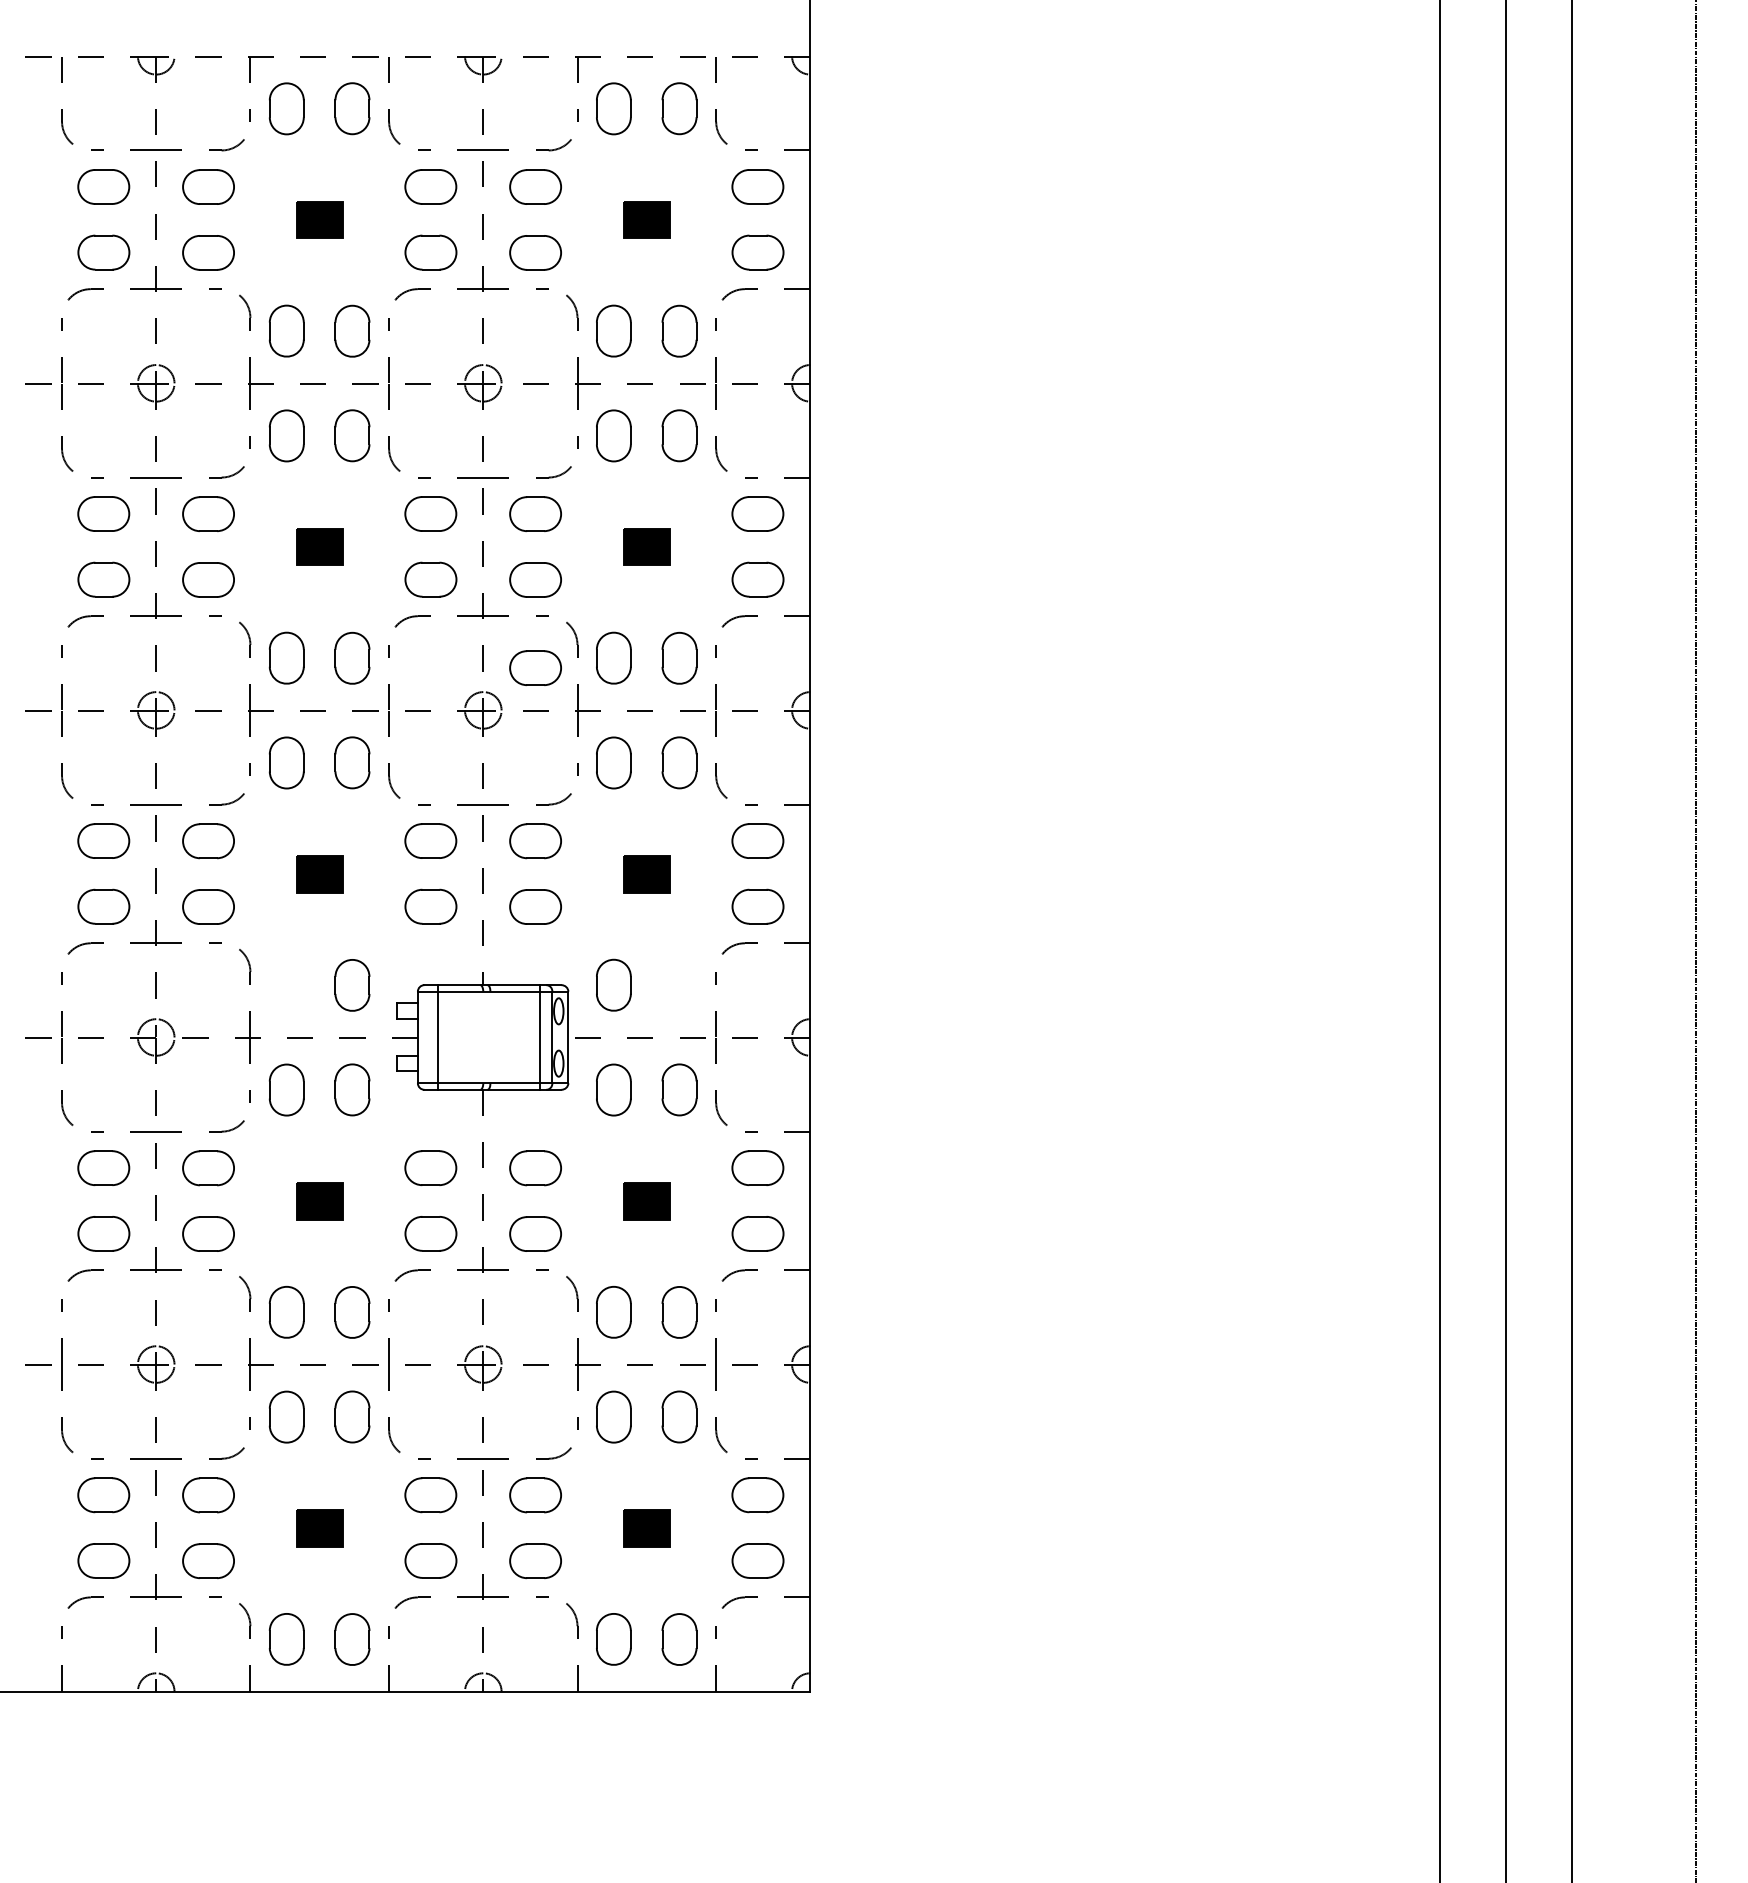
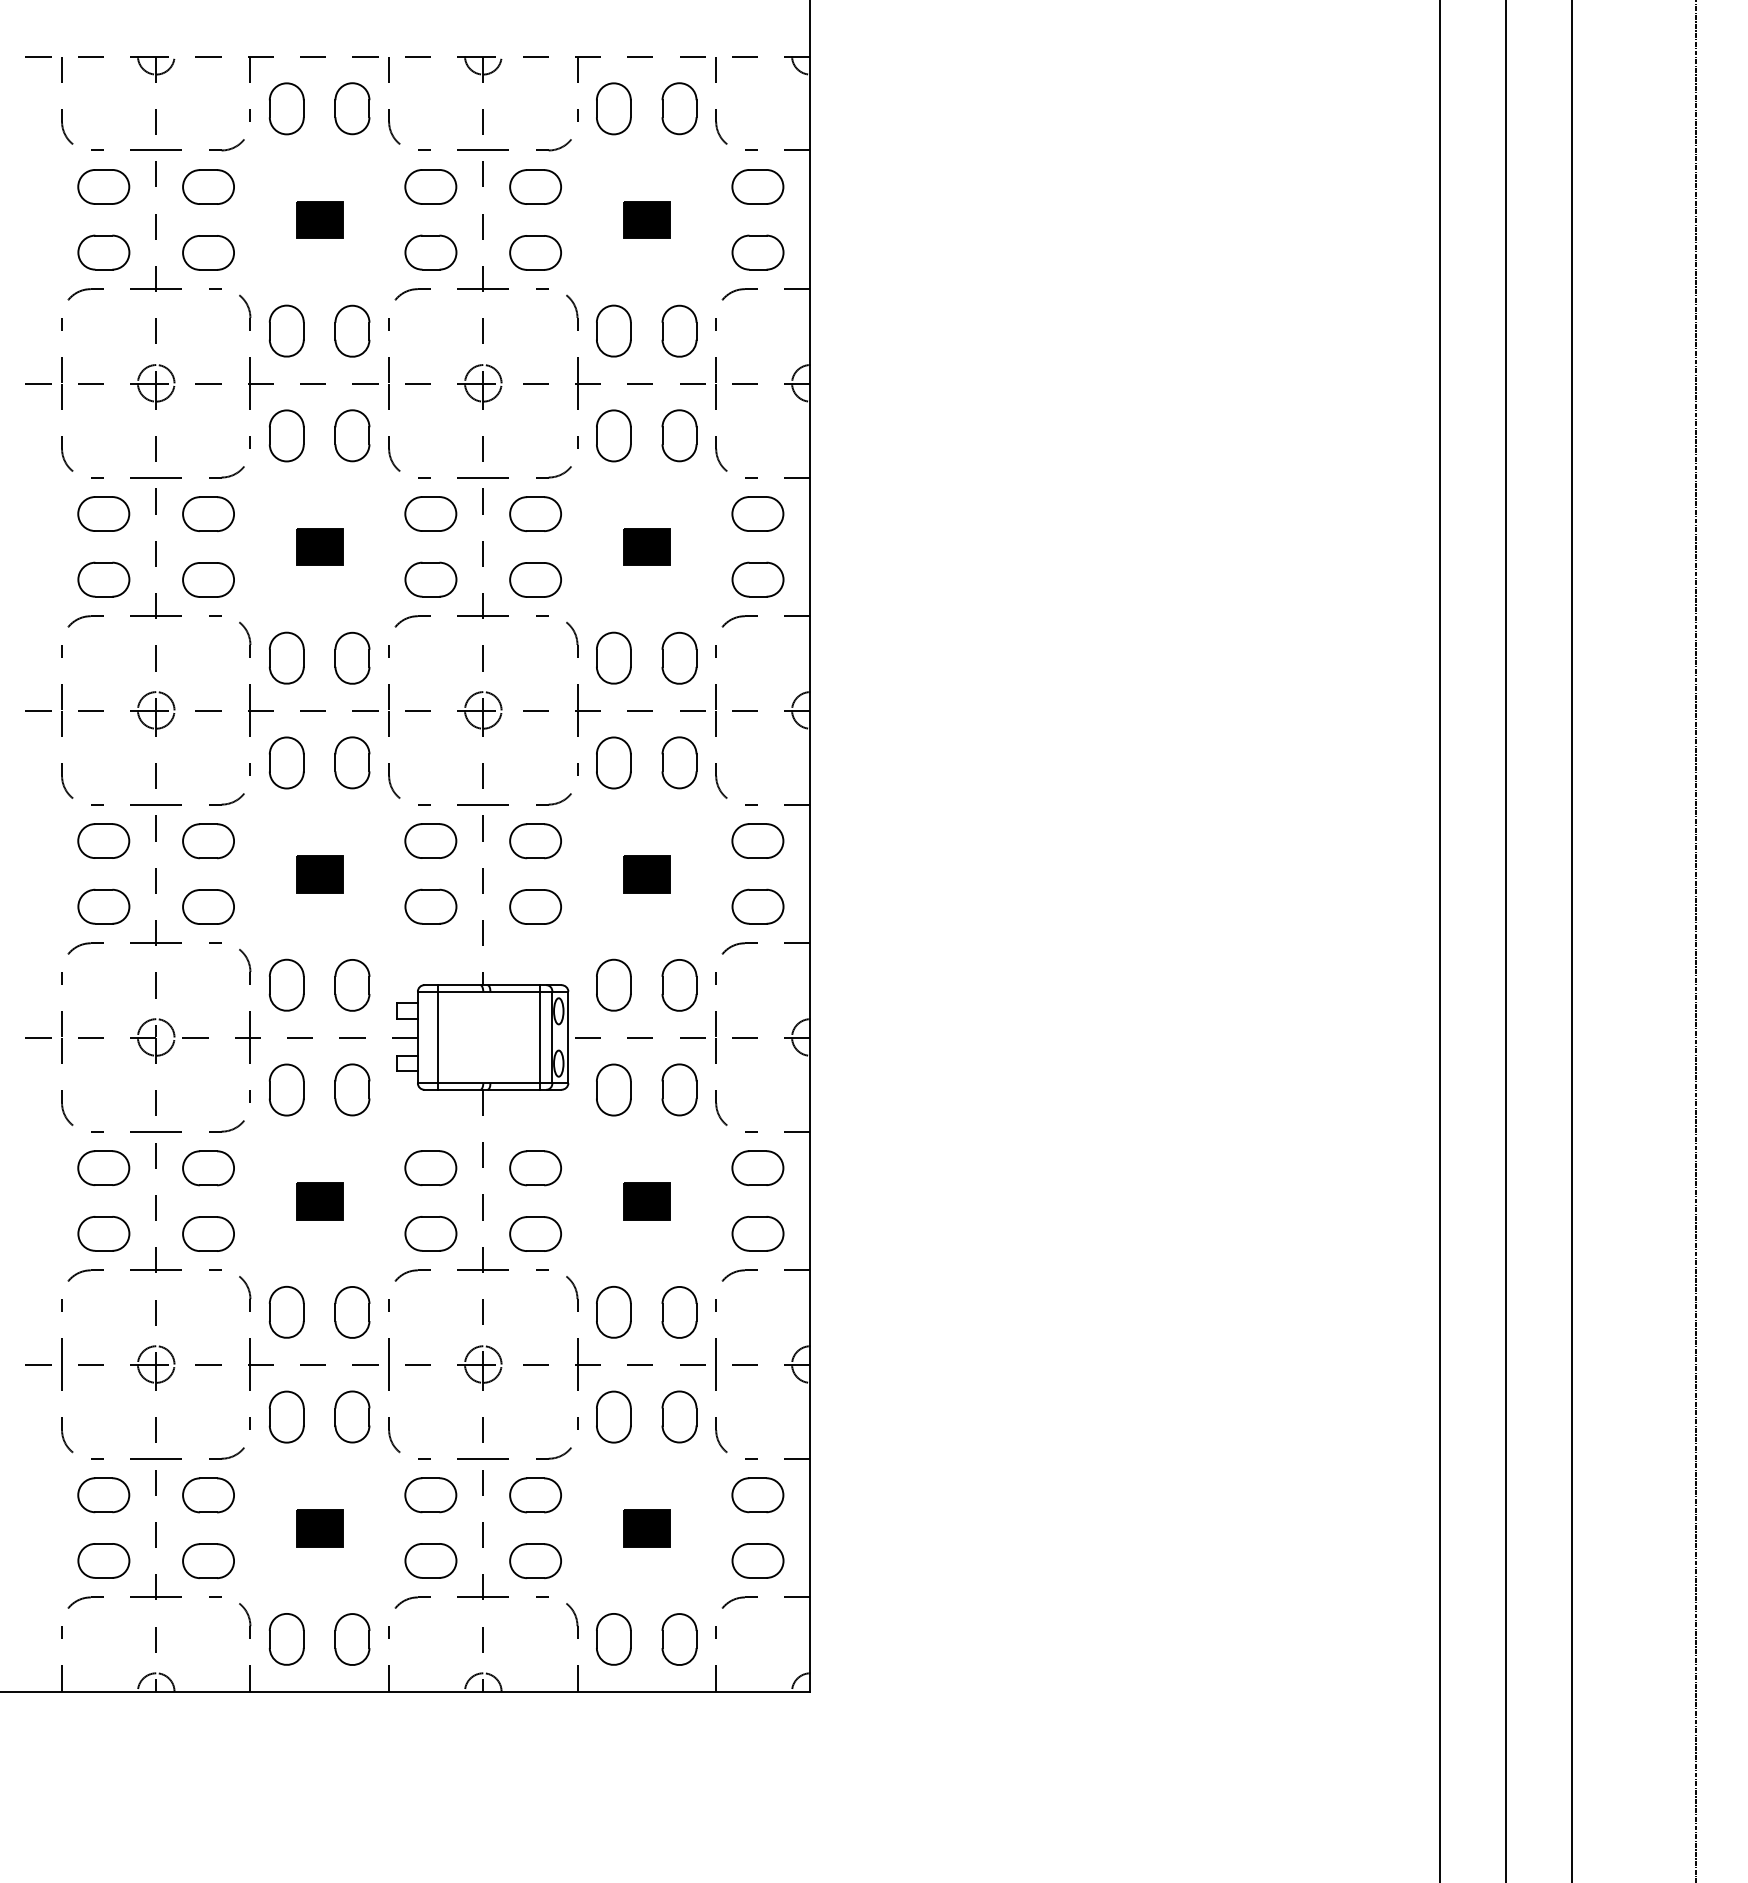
part at (535, 667): present -> none
part at (286, 984): none -> present
part at (679, 985): none -> present
